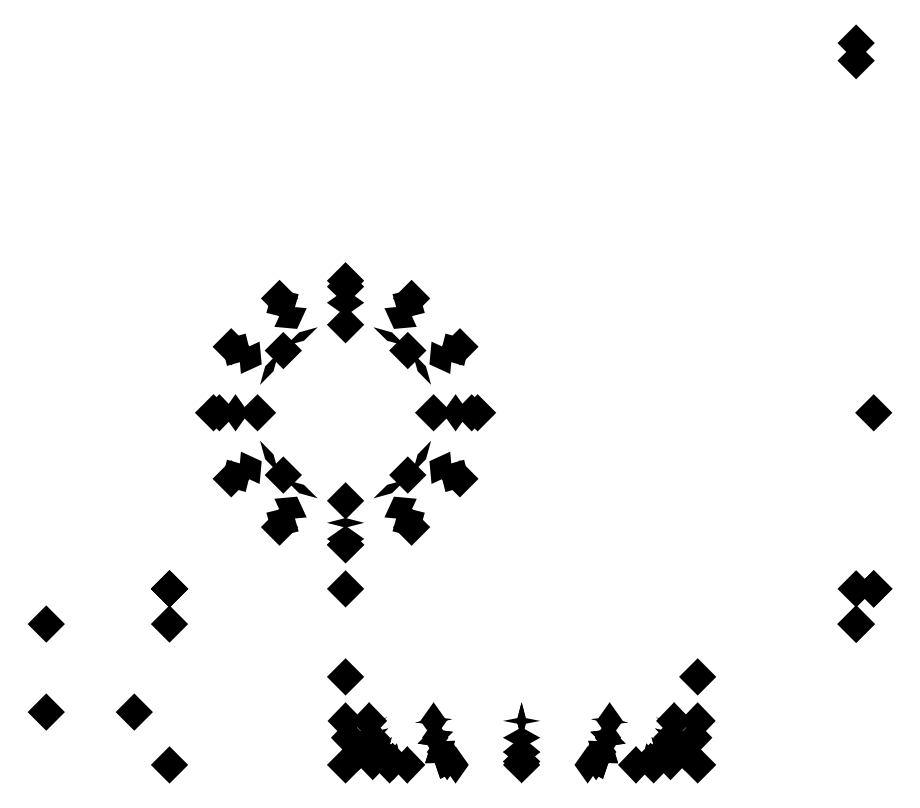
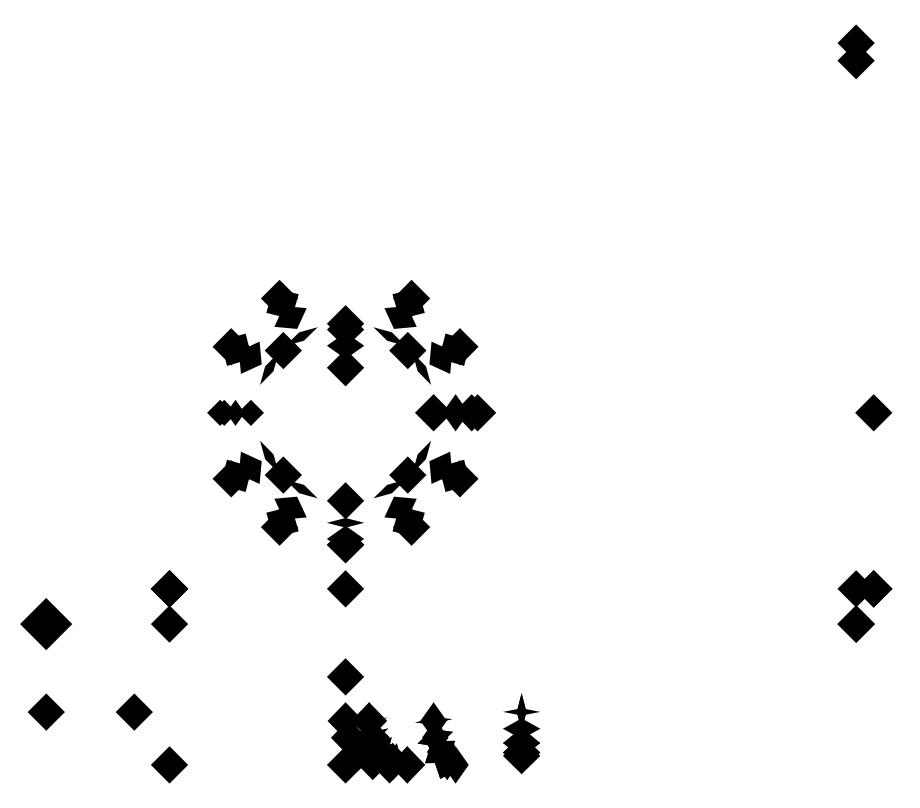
part at (345, 302) position: (345, 302) -> (345, 345)
part at (235, 412) size: 81x38 px -> 57x26 px
part at (46, 623) size: 37x38 px -> 52x52 px
part at (656, 720): present -> none
part at (521, 742) position: (521, 742) -> (521, 733)
